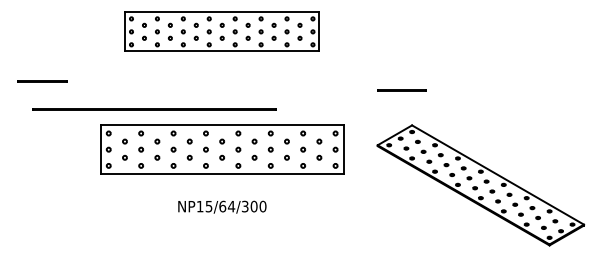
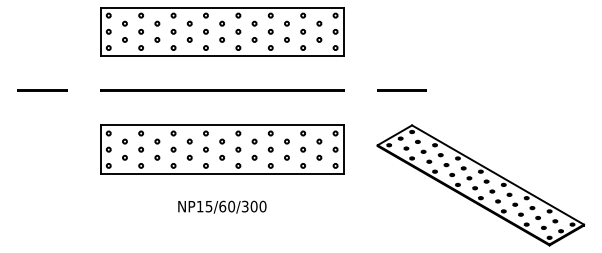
part at (221, 31) size: 196x41 px -> 245x50 px
line at (42, 81) position: (42, 81) -> (42, 90)
line at (154, 109) position: (154, 109) -> (222, 90)
text at (231, 206): NP15/64/300 -> NP15/60/300
